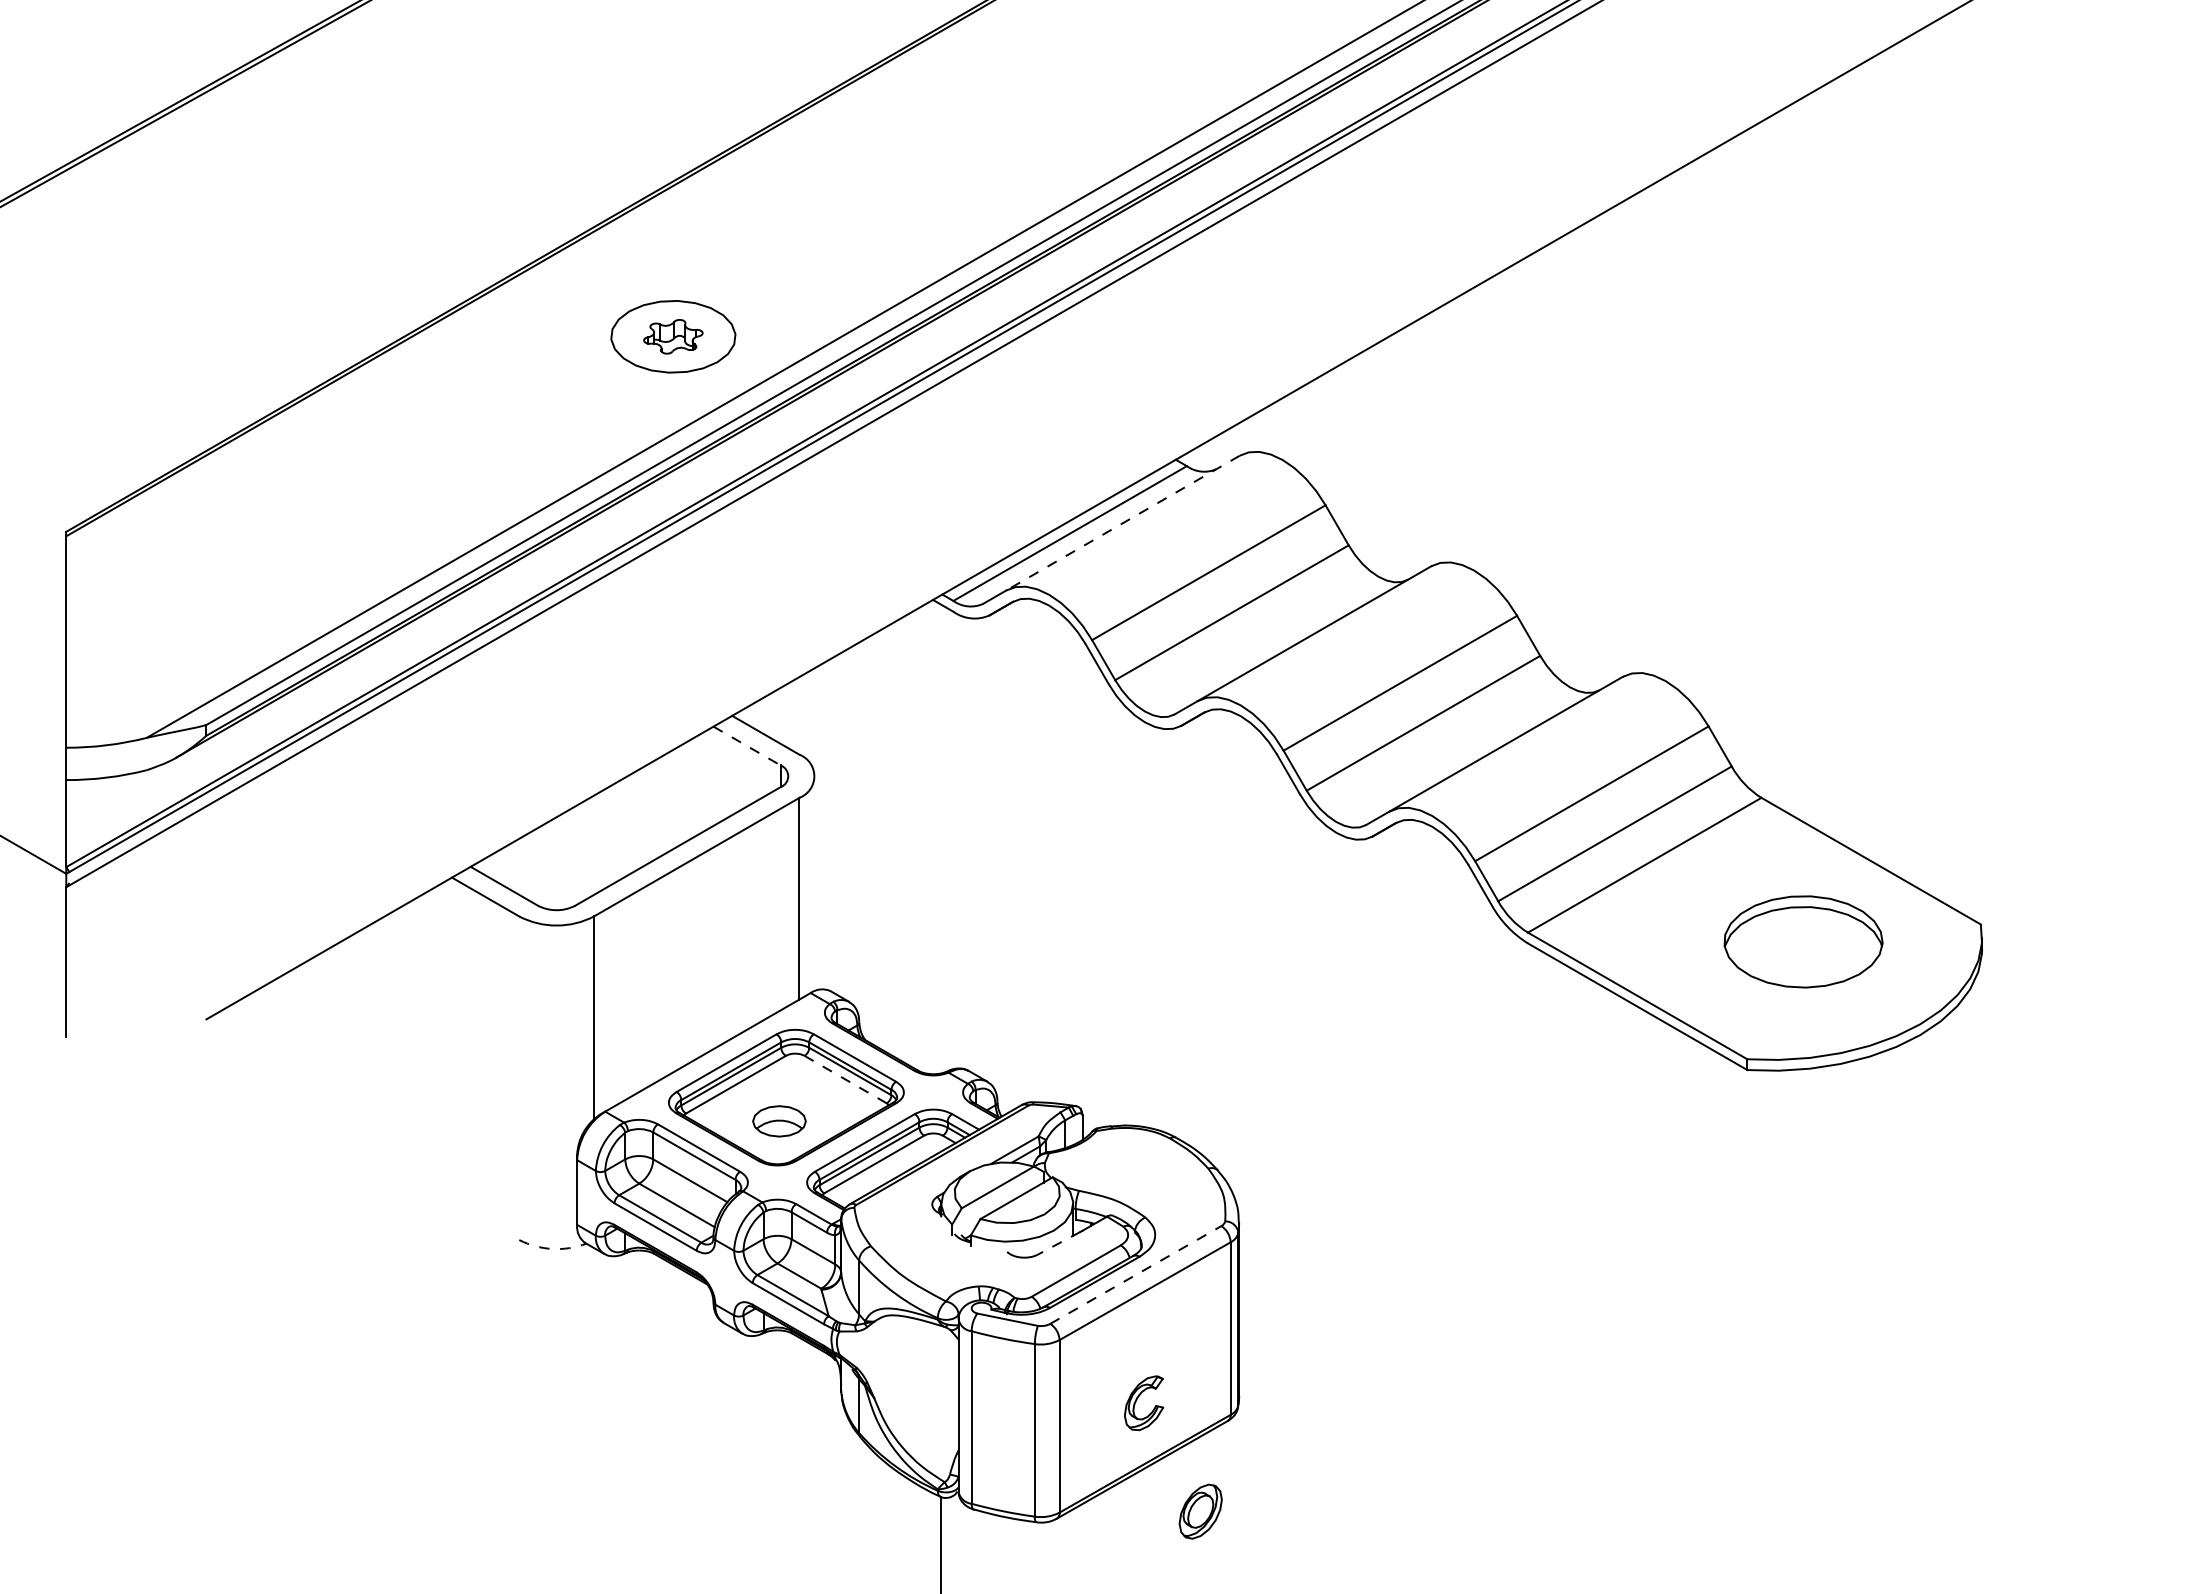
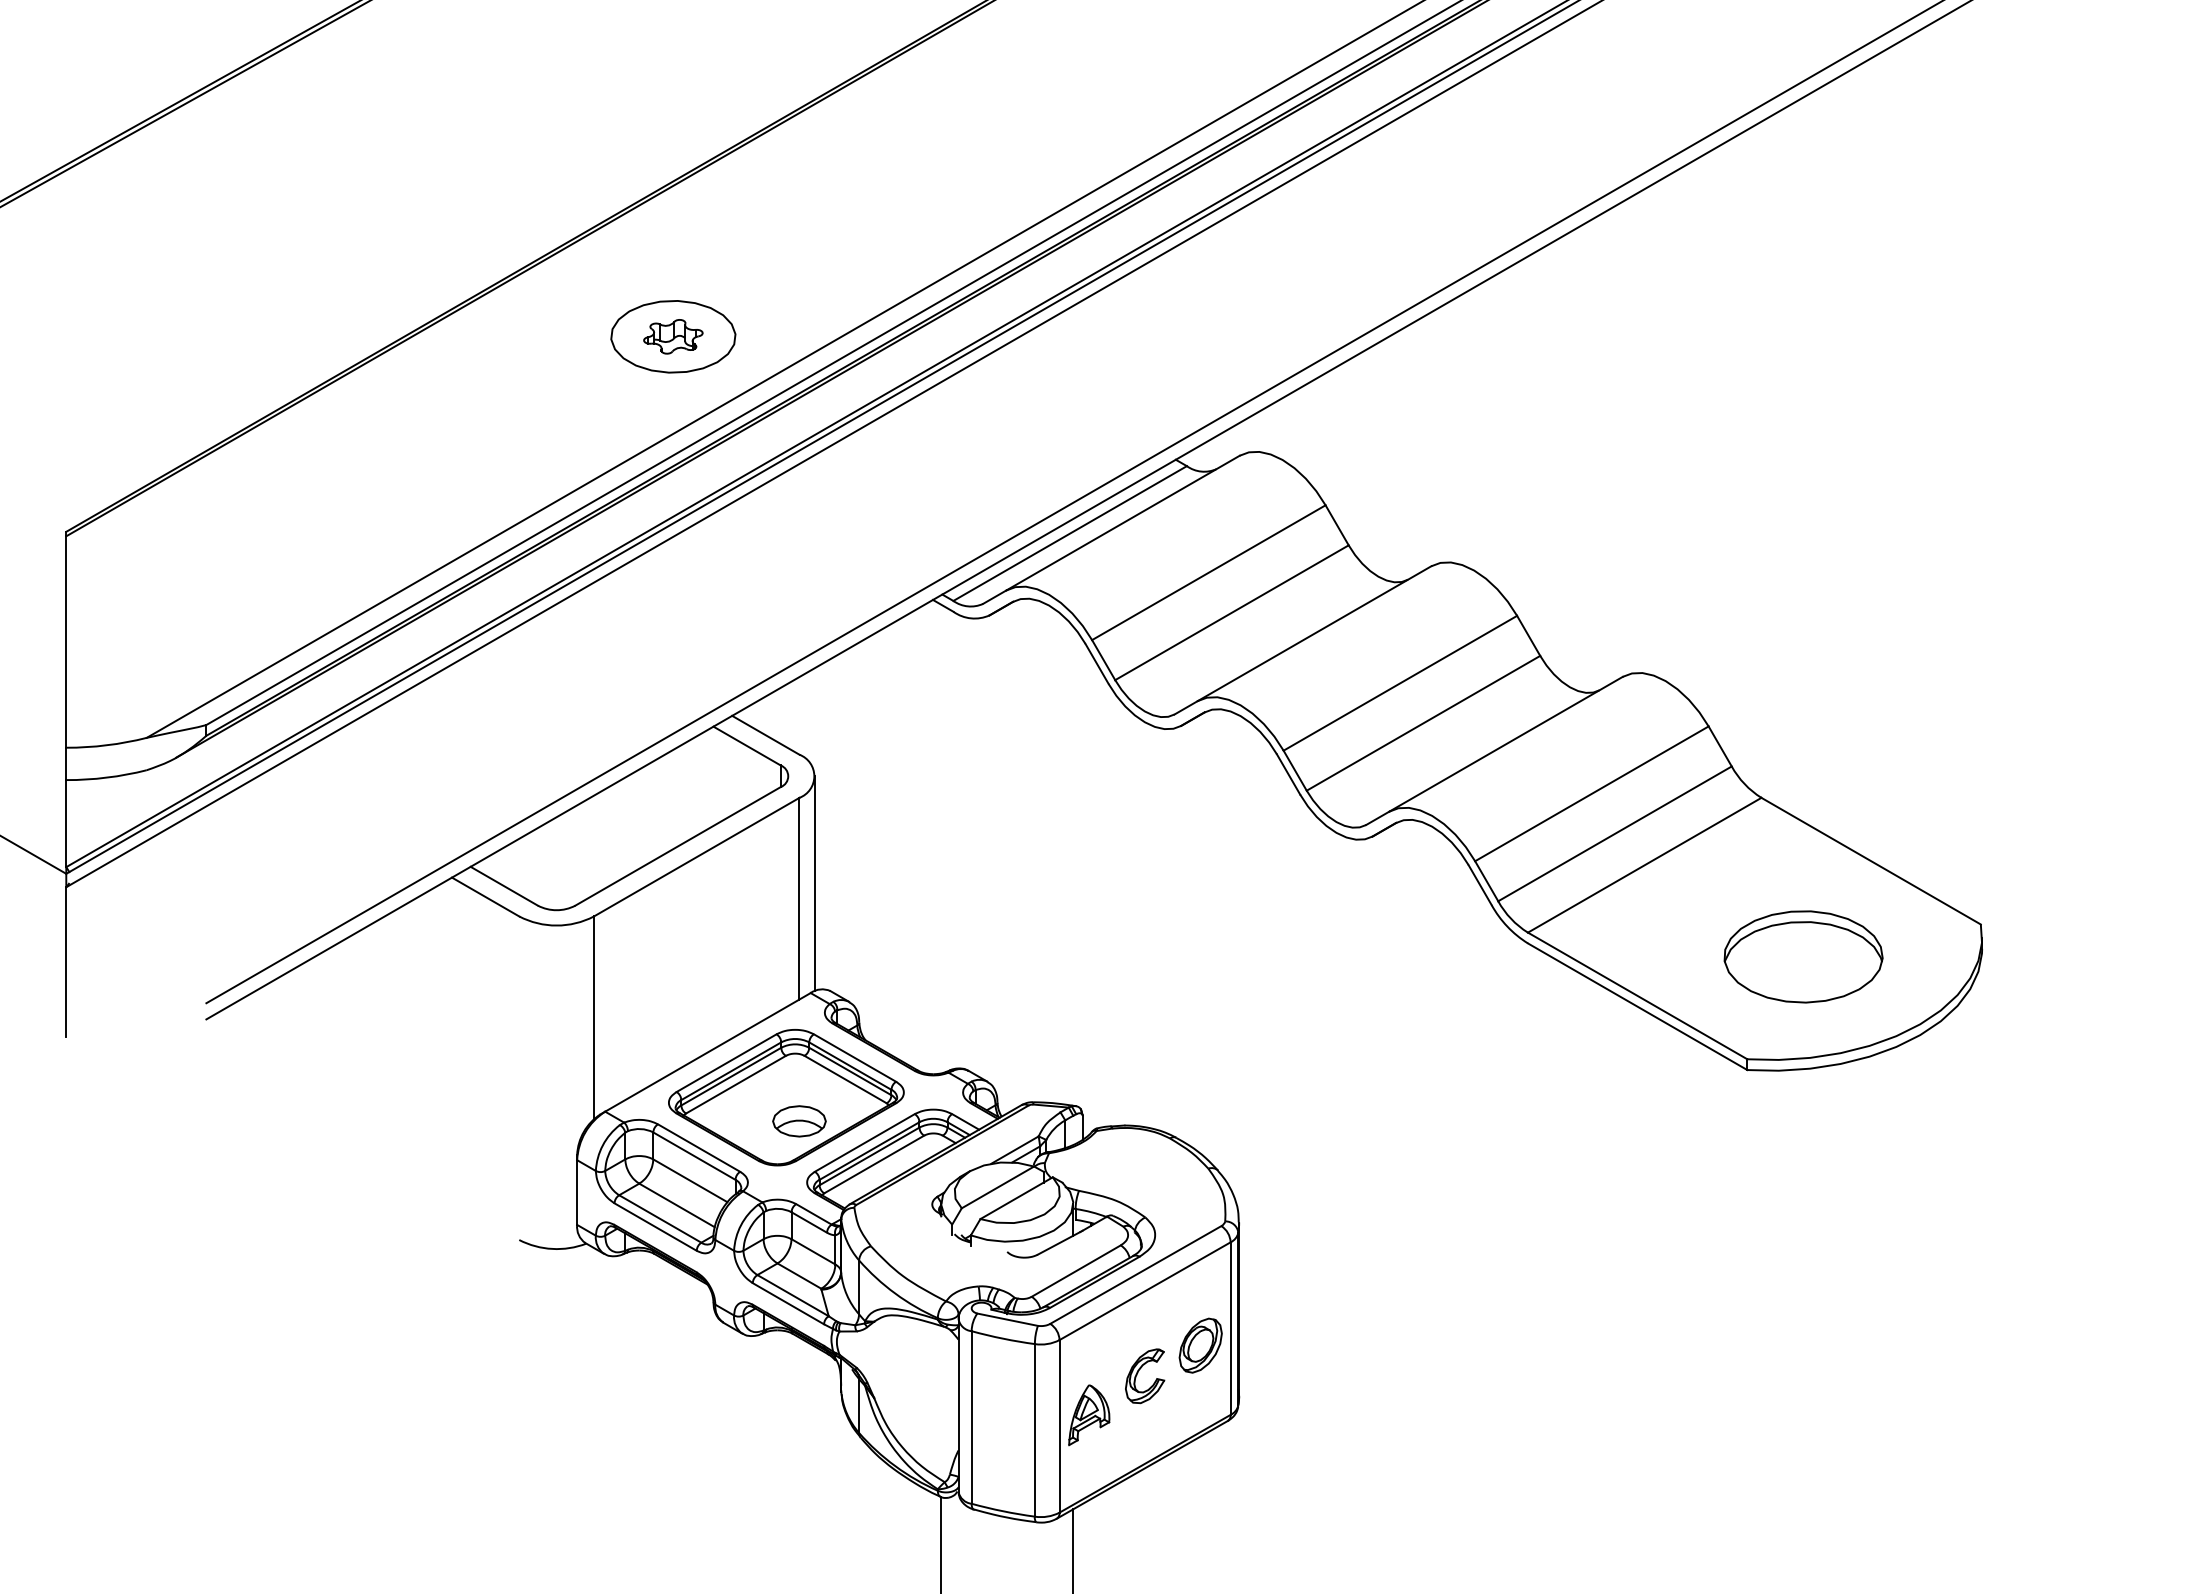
line at (1073, 502): none -> present
line at (1122, 523): dashed -> solid
line at (747, 746): dashed -> solid
line at (814, 883): none -> present
part at (1803, 941) position: (1803, 941) -> (1803, 956)
line at (845, 1079): dashed -> solid
part at (779, 1121) position: (779, 1121) -> (799, 1121)
line at (1058, 1243): dashed -> solid
arc at (552, 1248): dashed -> solid
line at (1135, 1275): dashed -> solid
part at (1137, 1400) position: (1137, 1400) -> (1138, 1373)
part at (1089, 1415): none -> present
part at (1200, 1511) position: (1200, 1511) -> (1200, 1345)
line at (1073, 1549): none -> present
